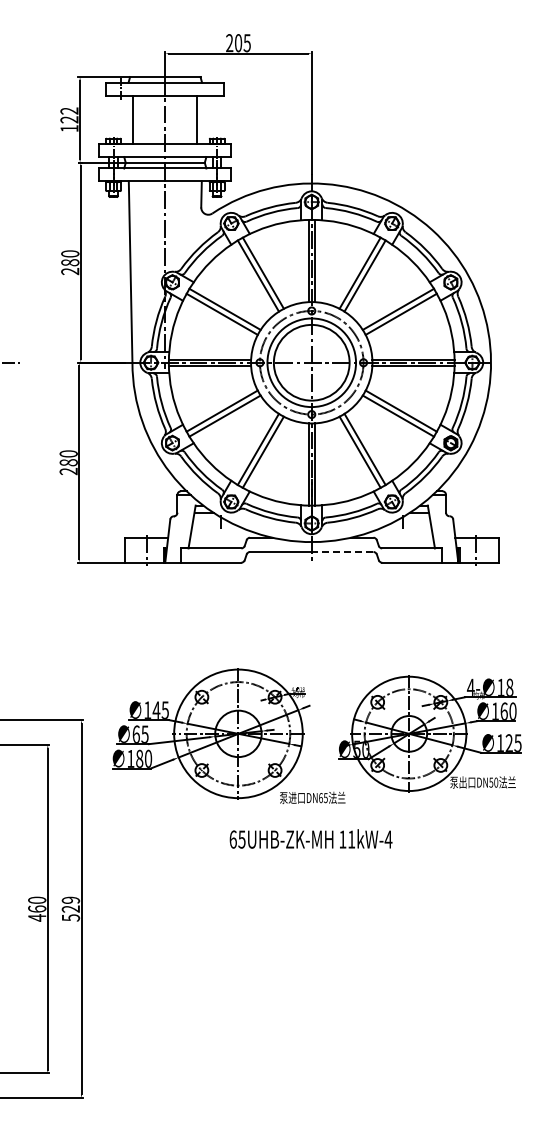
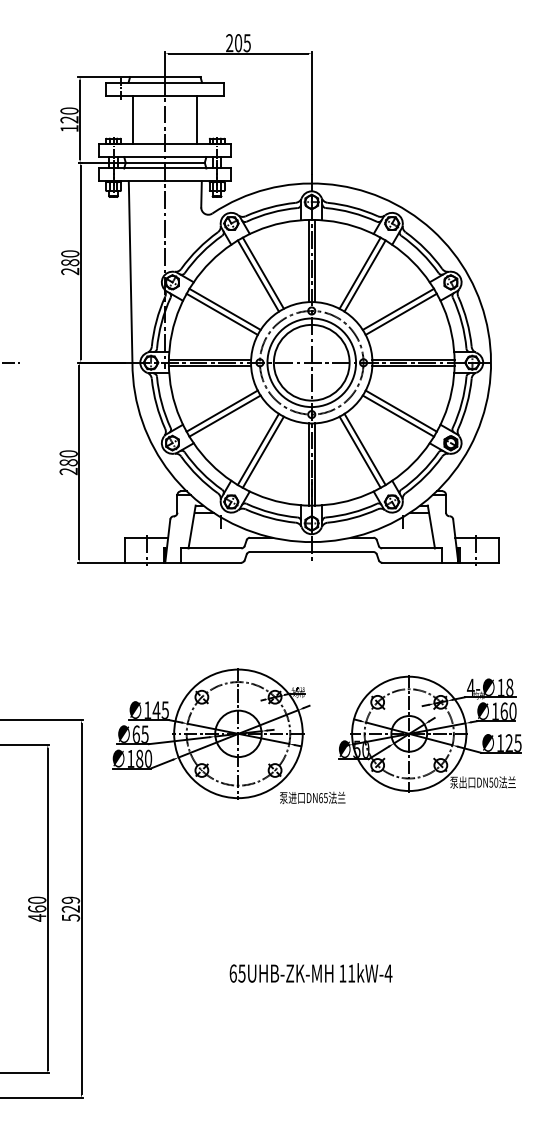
text at (69, 110): 122 -> 120
line at (342, 552): dashed -> solid
text at (310, 838) position: (310, 838) -> (310, 972)
